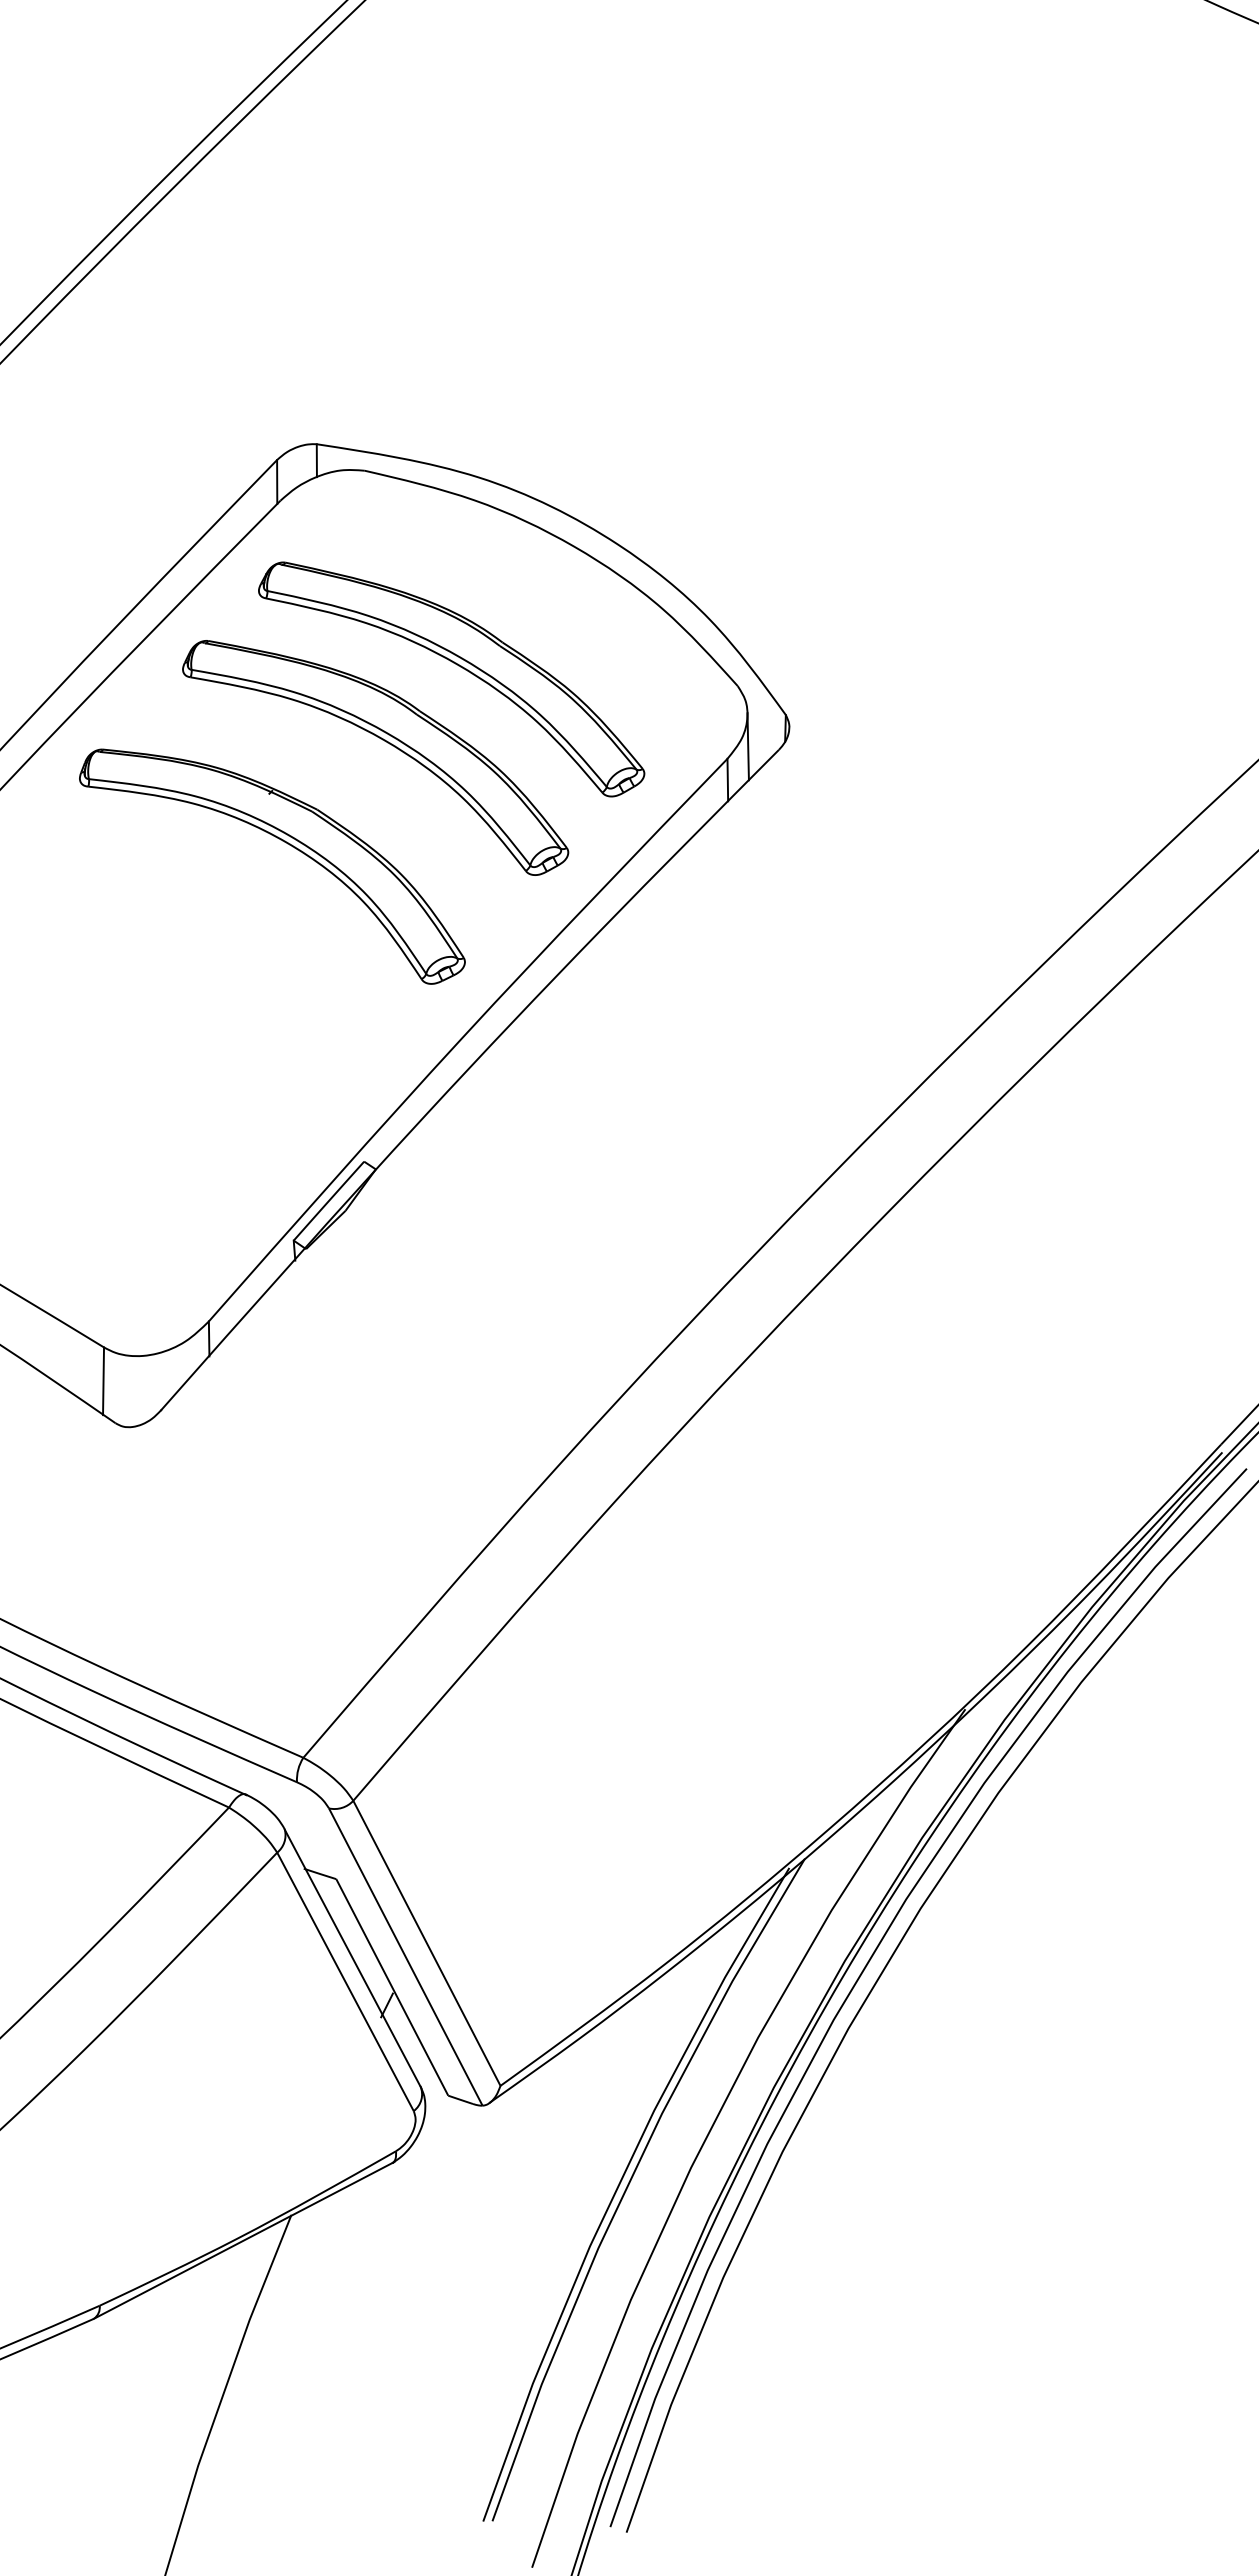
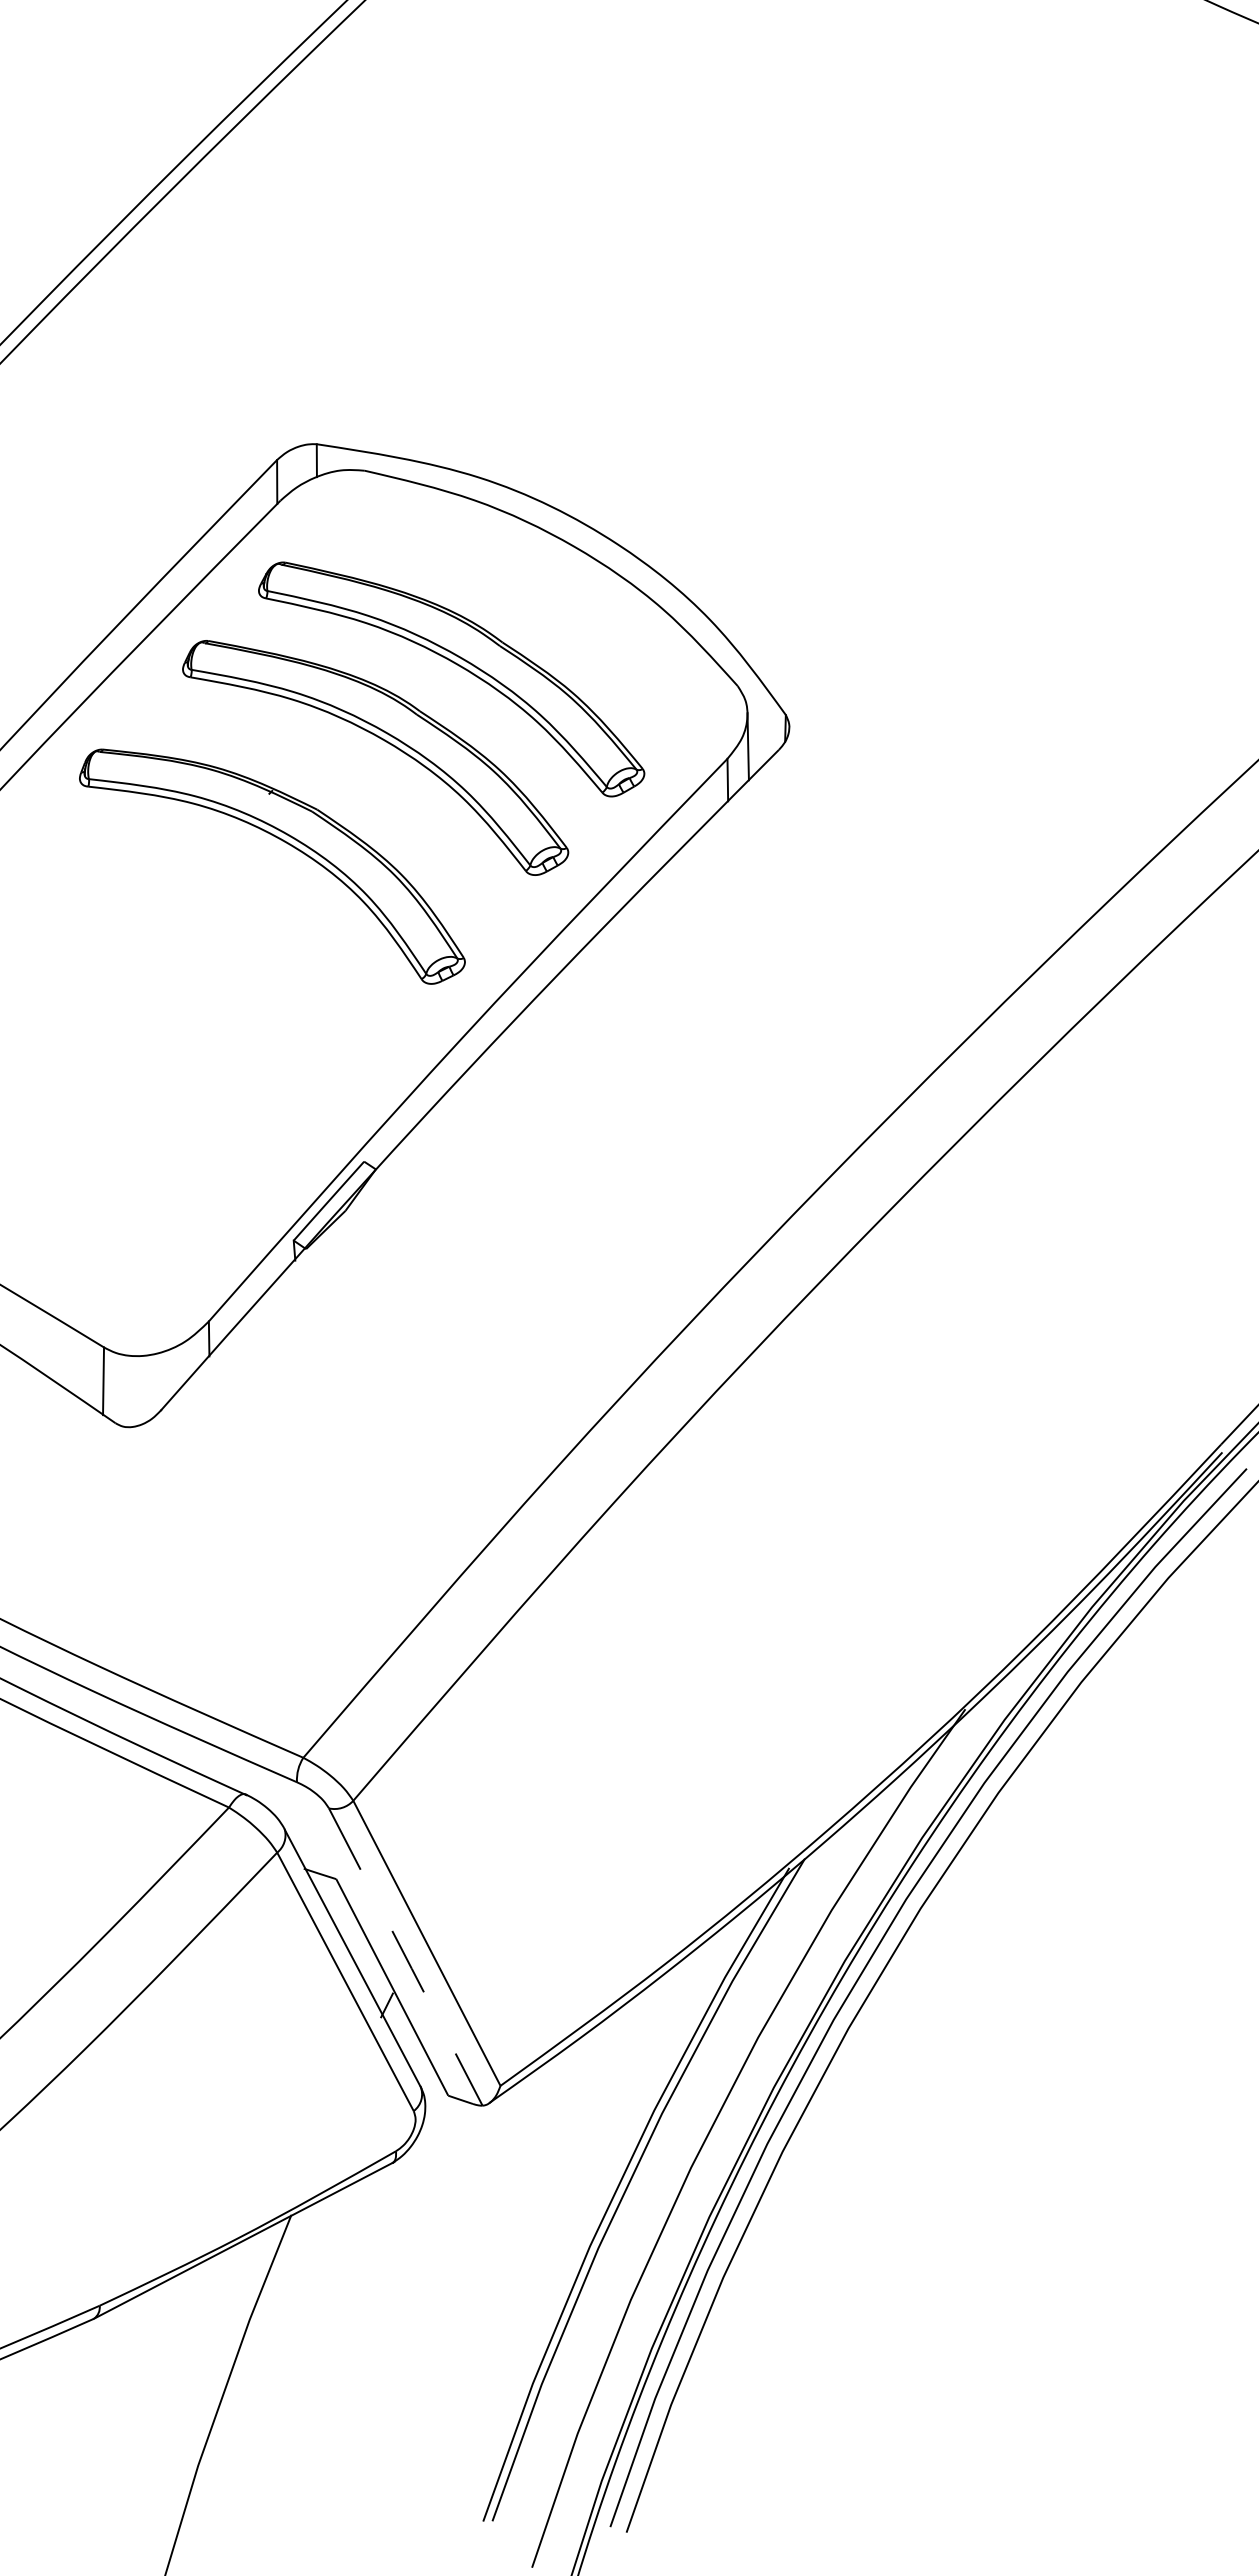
line at (406, 1958): solid -> dashed
